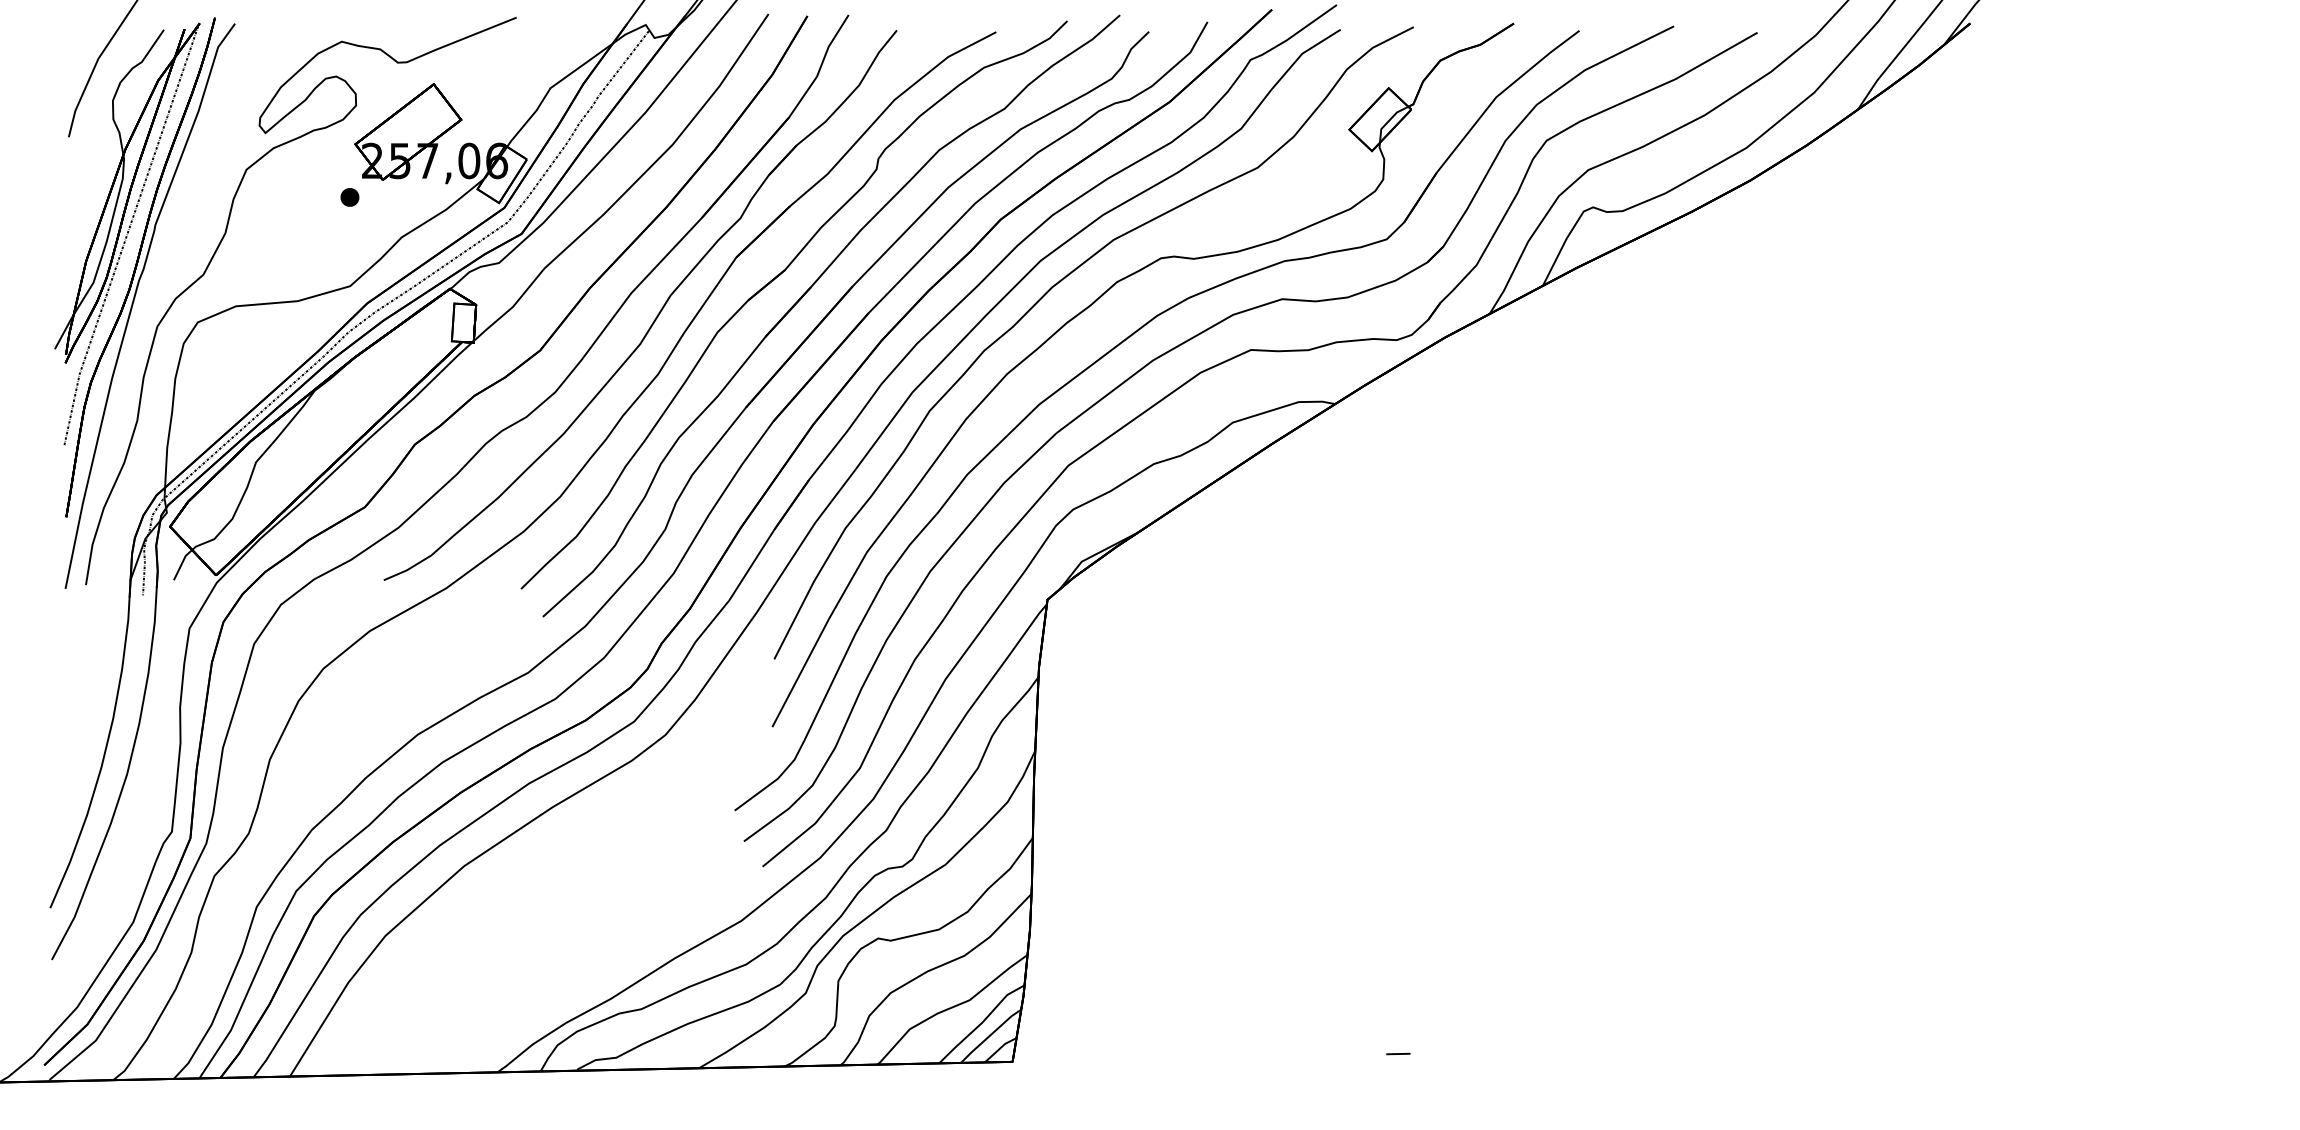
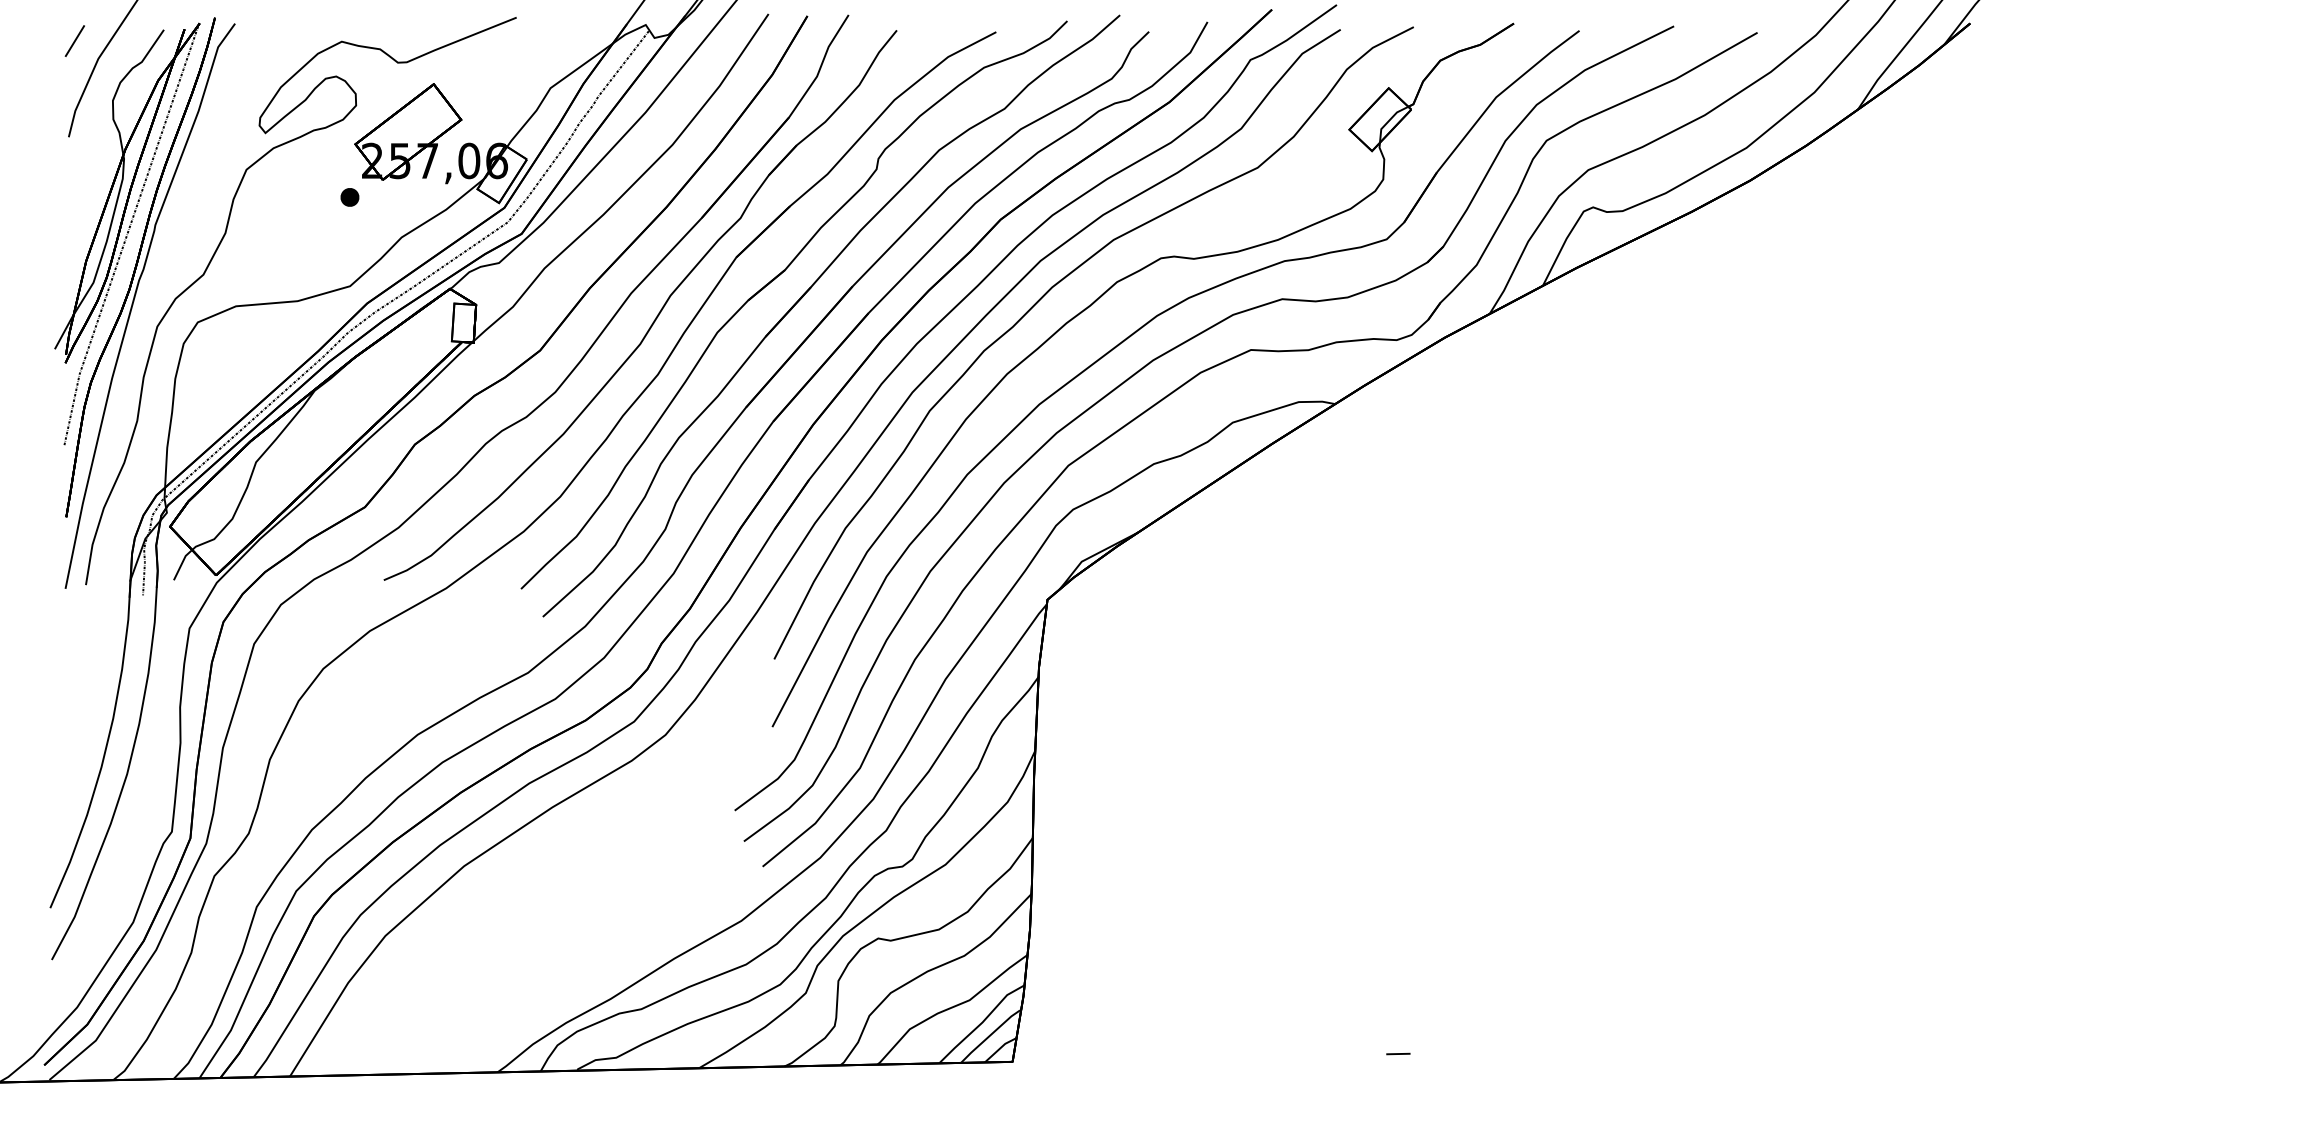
line at (74, 40): none -> present
